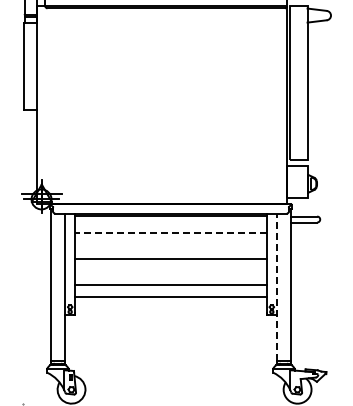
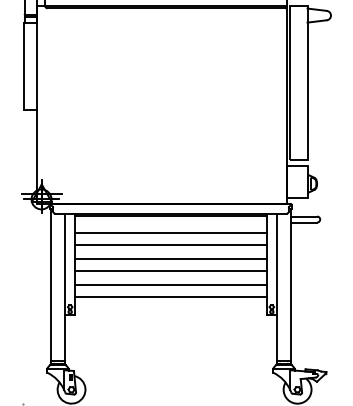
line at (170, 233): dashed -> solid
line at (170, 244): none -> present
line at (170, 270): none -> present
line at (276, 287): dashed -> solid
